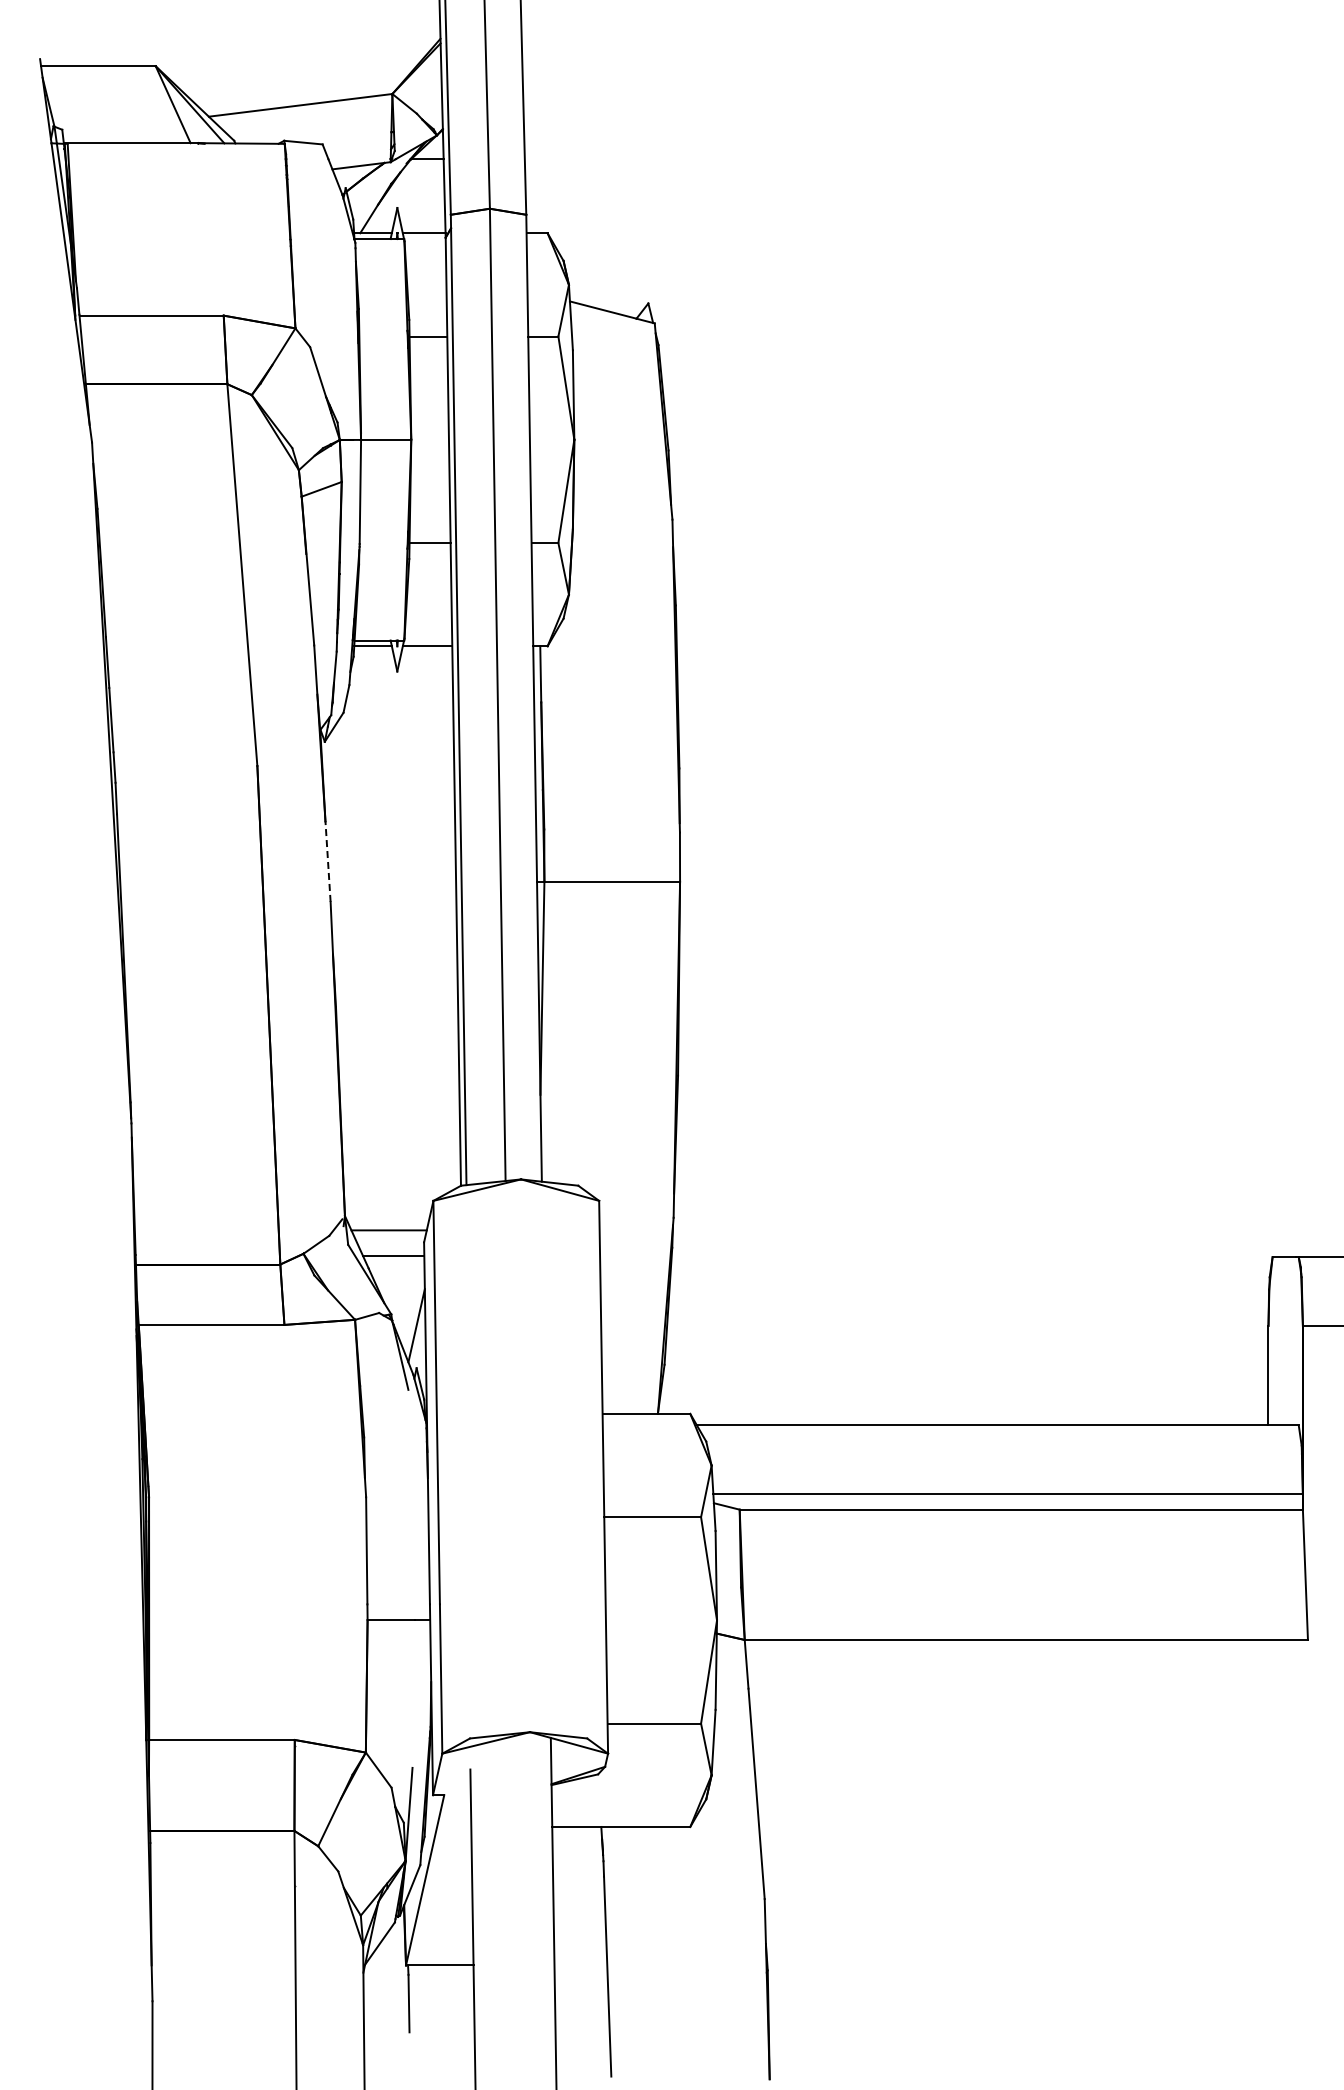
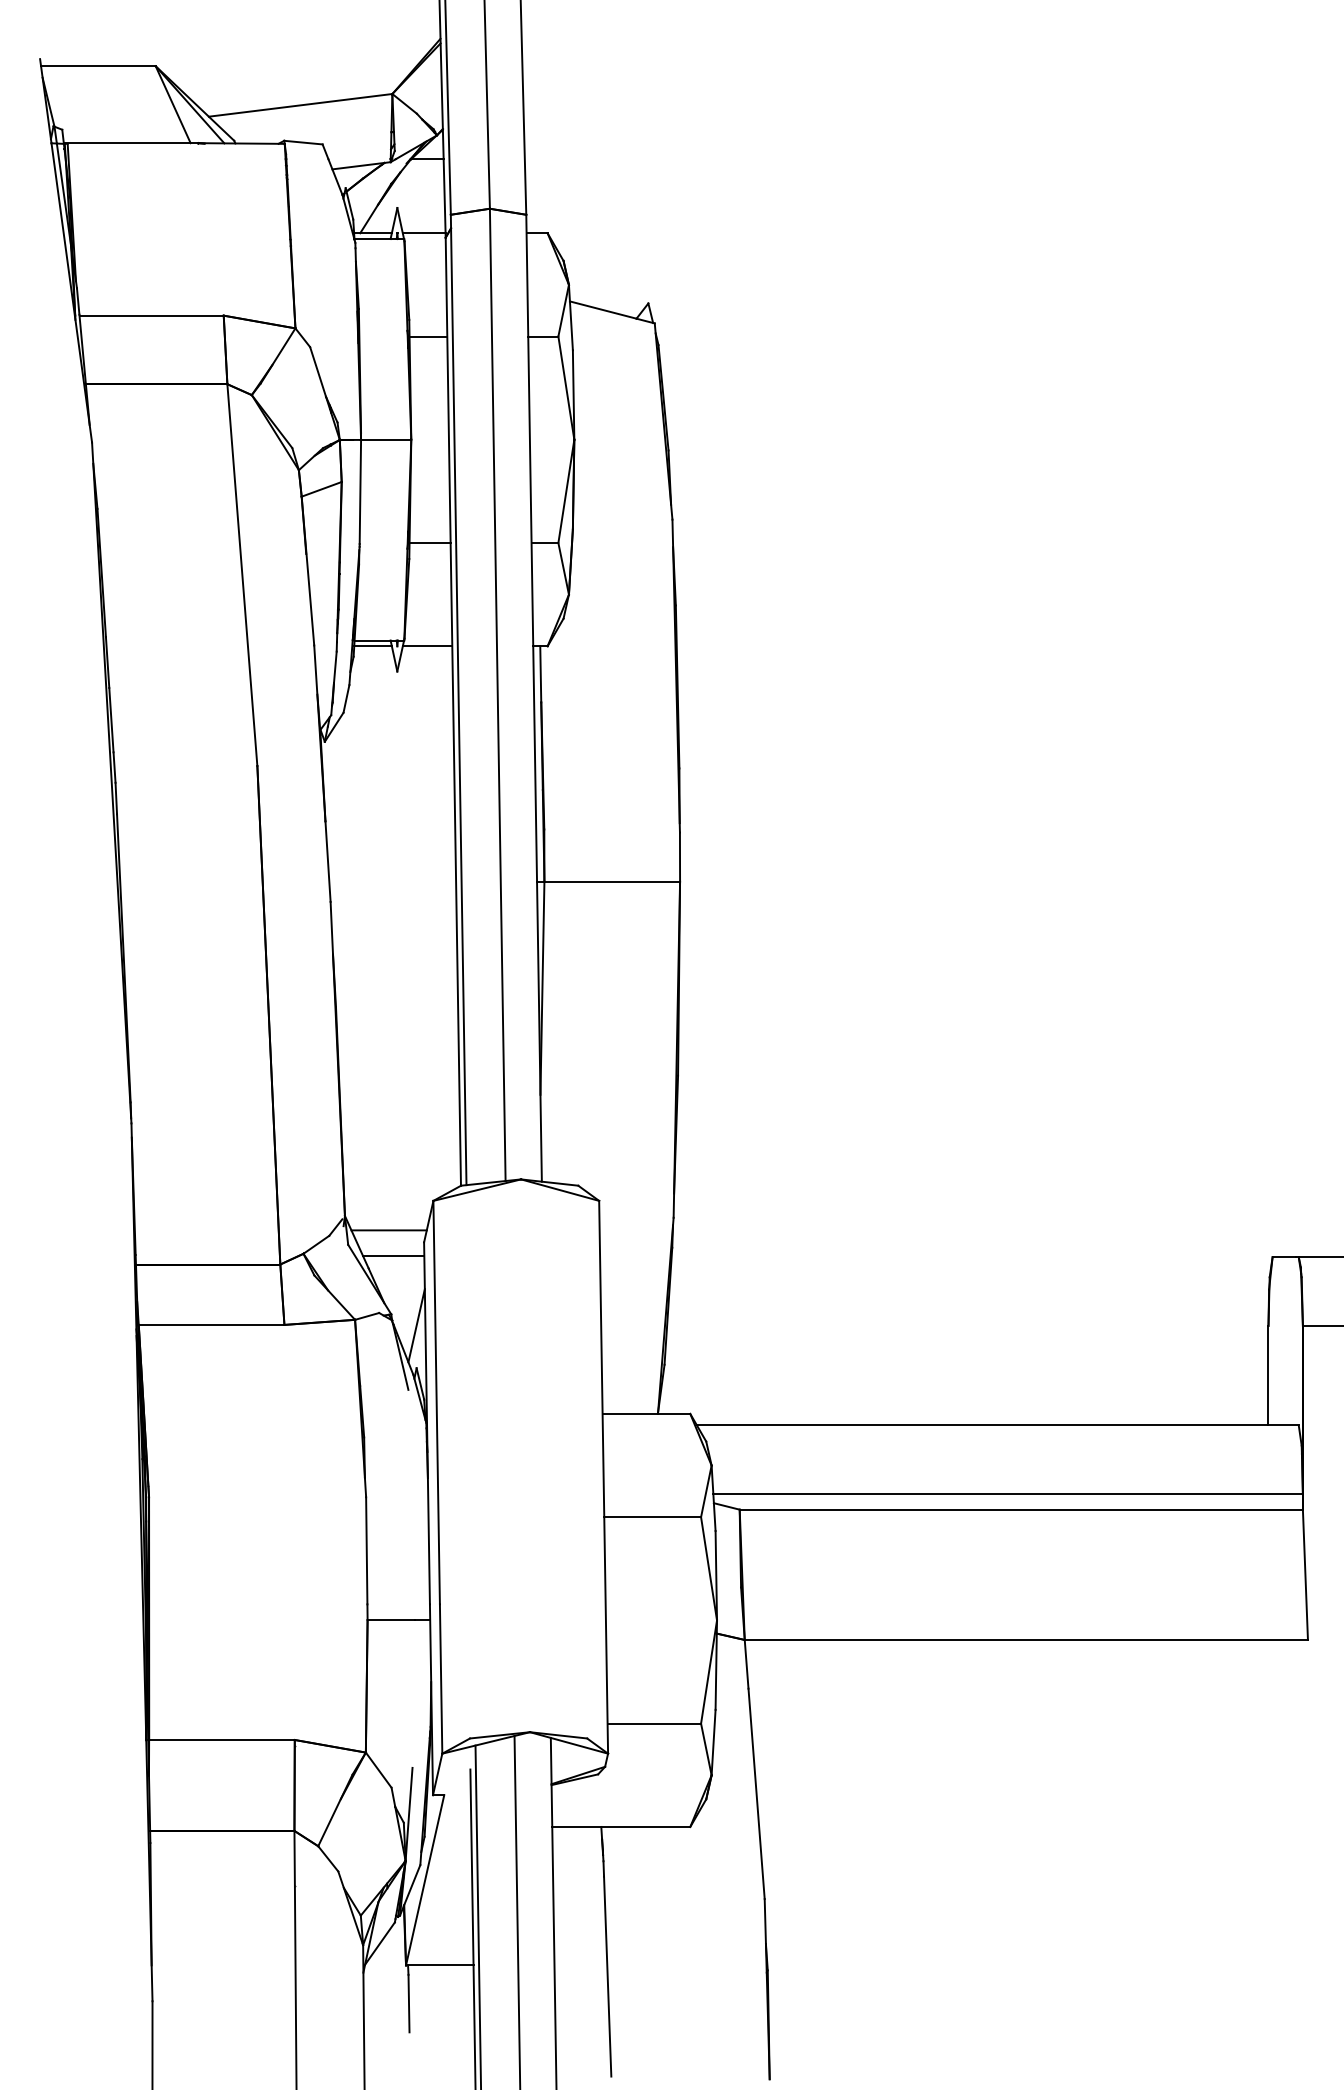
line at (328, 861): dashed -> solid
line at (517, 1910): none -> present
line at (478, 1915): none -> present
